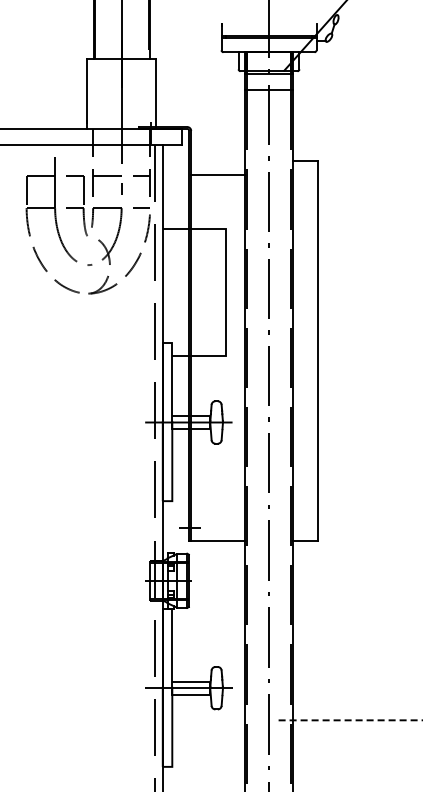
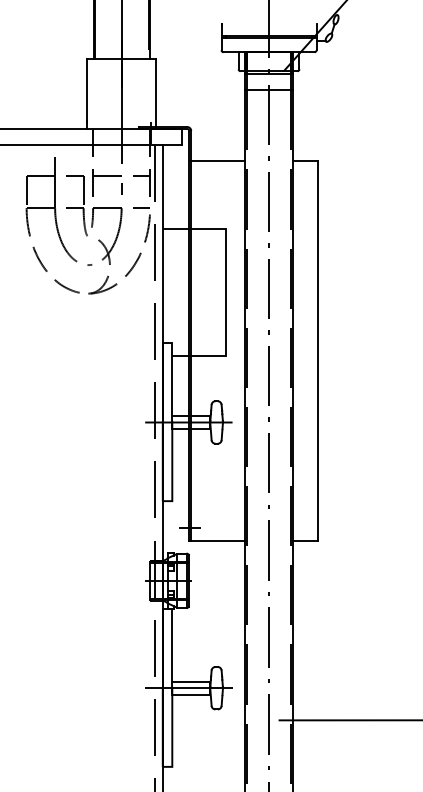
line at (217, 174) position: (217, 174) -> (217, 160)
line at (350, 720): dashed -> solid
